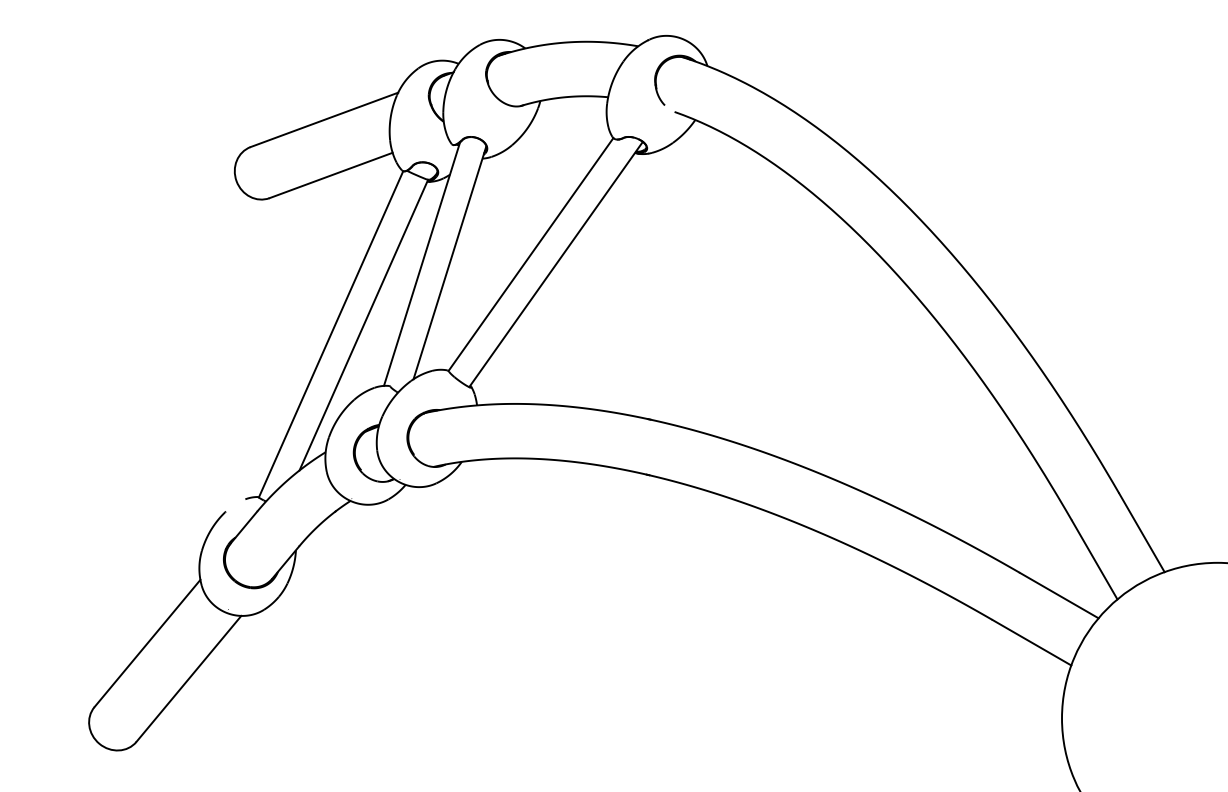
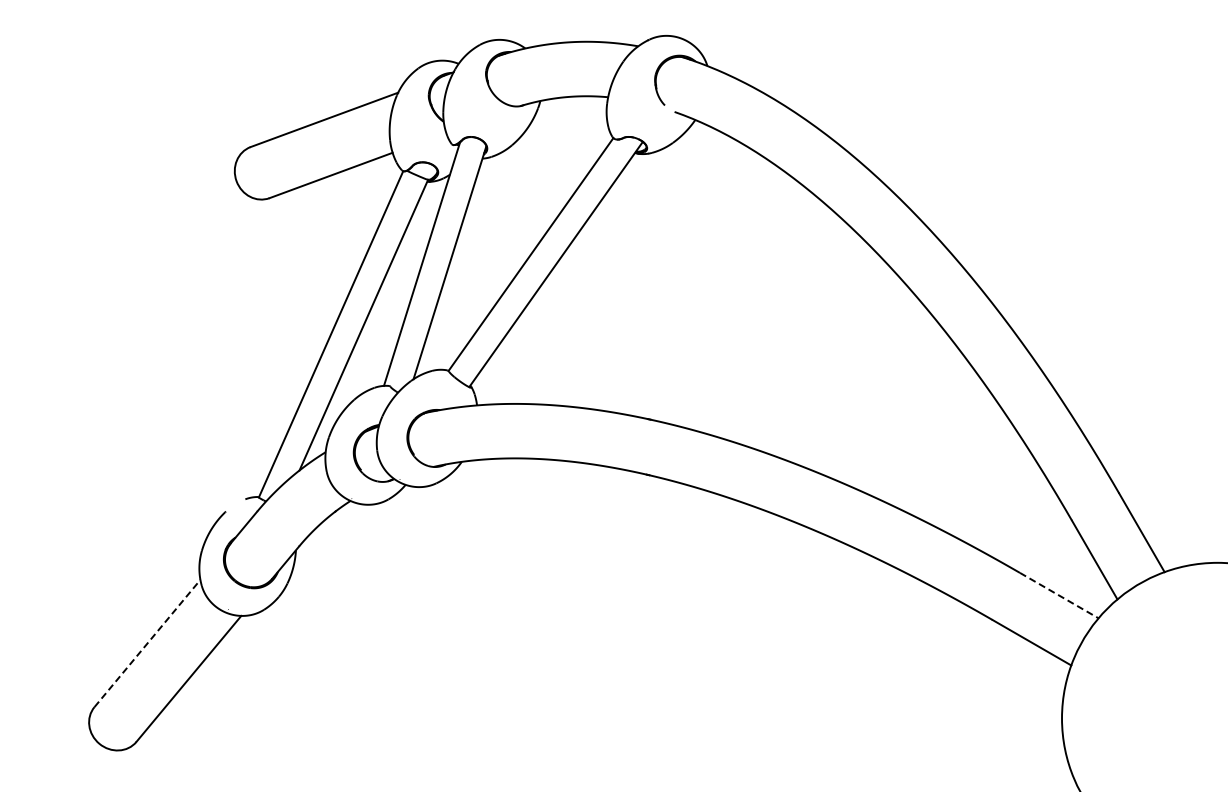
line at (1059, 595): solid -> dashed
line at (147, 643): solid -> dashed
